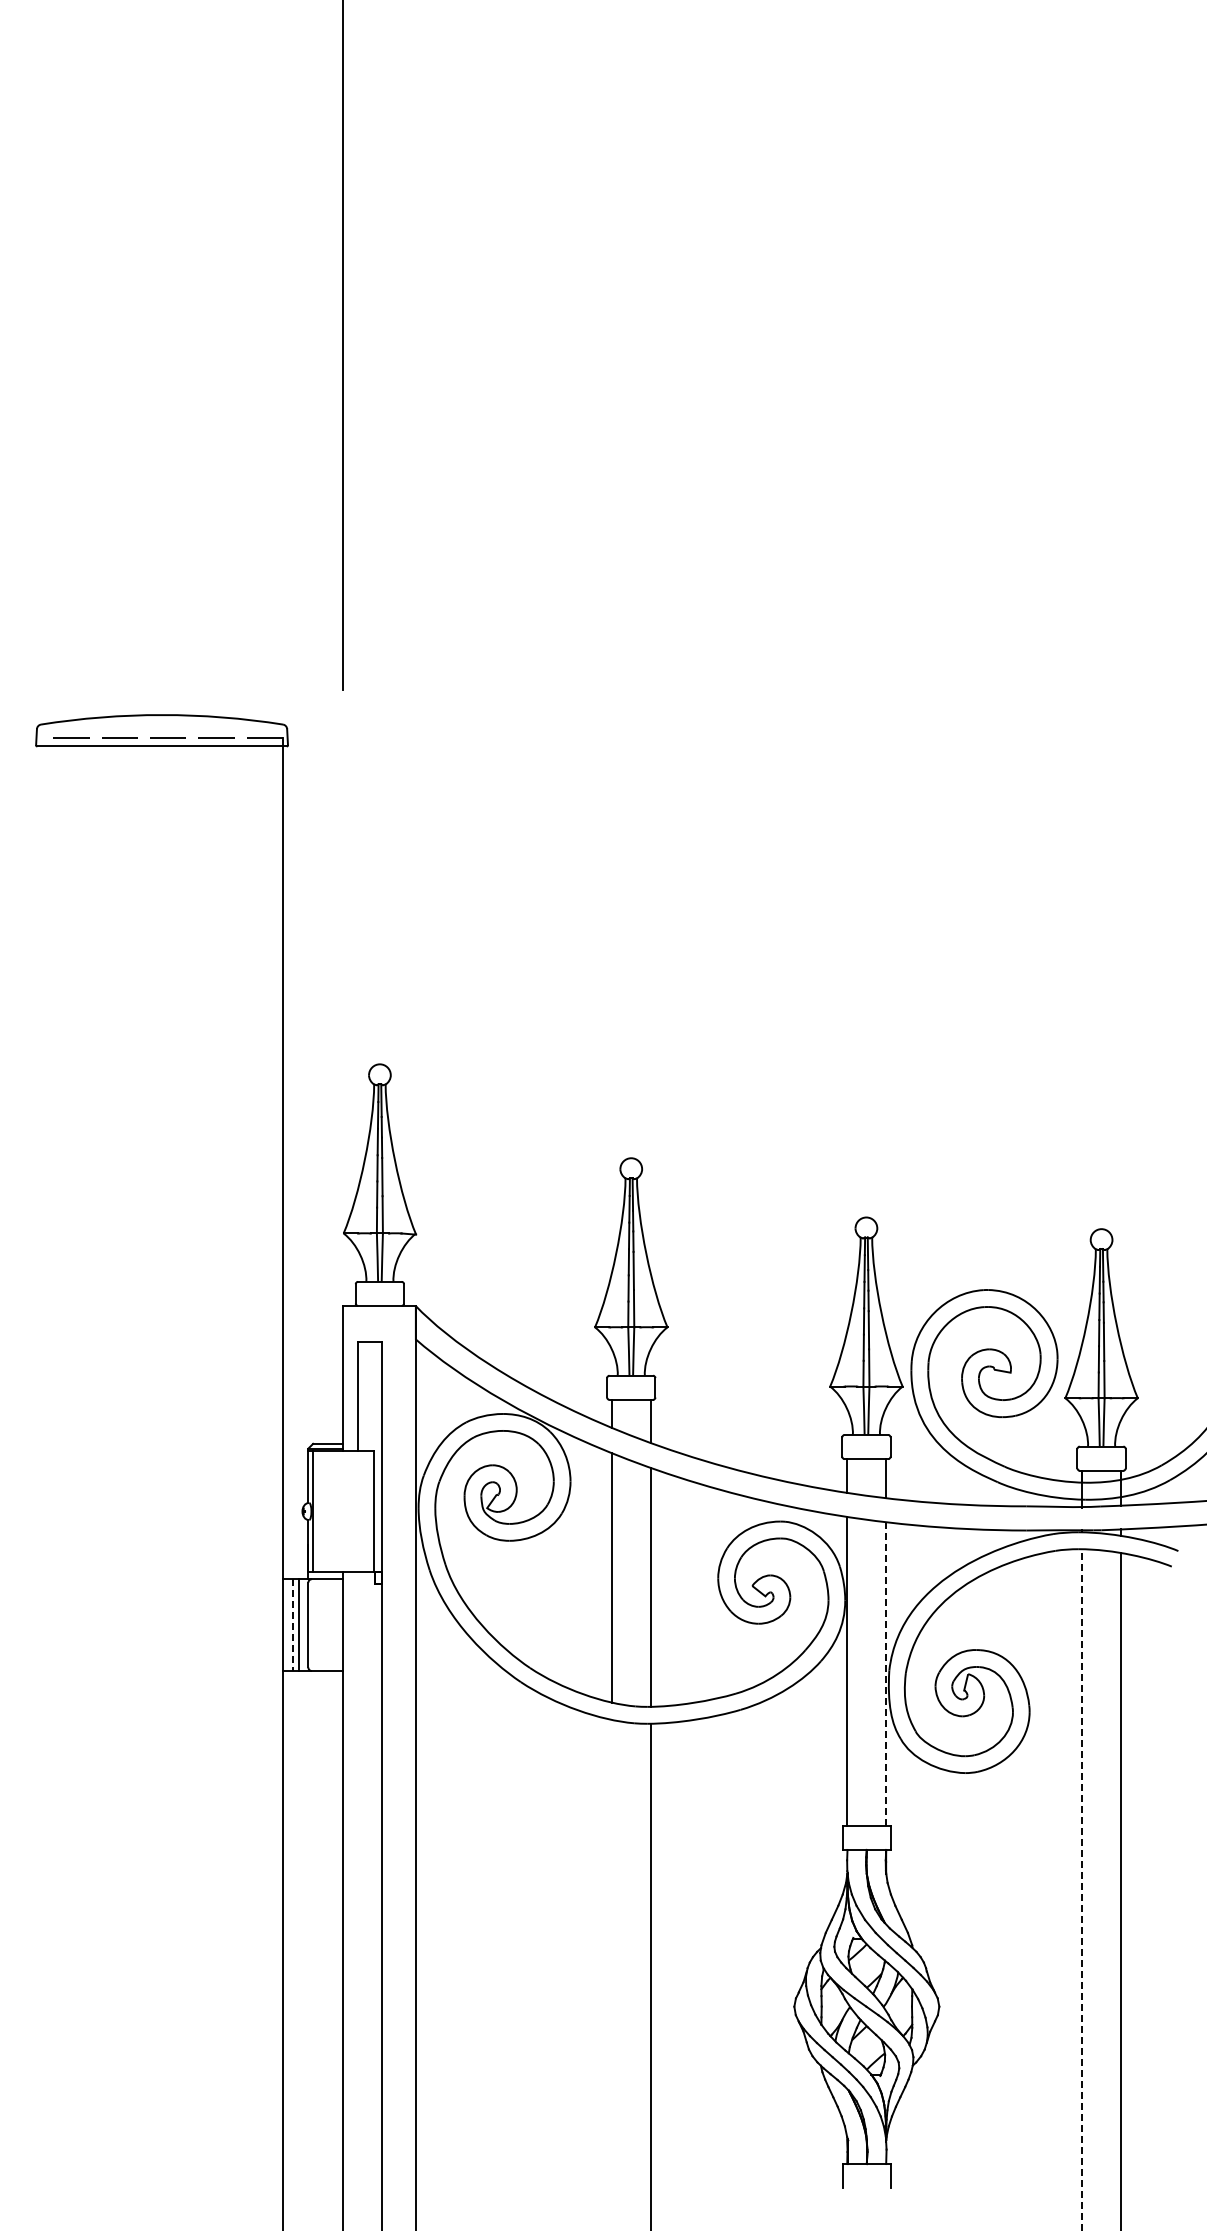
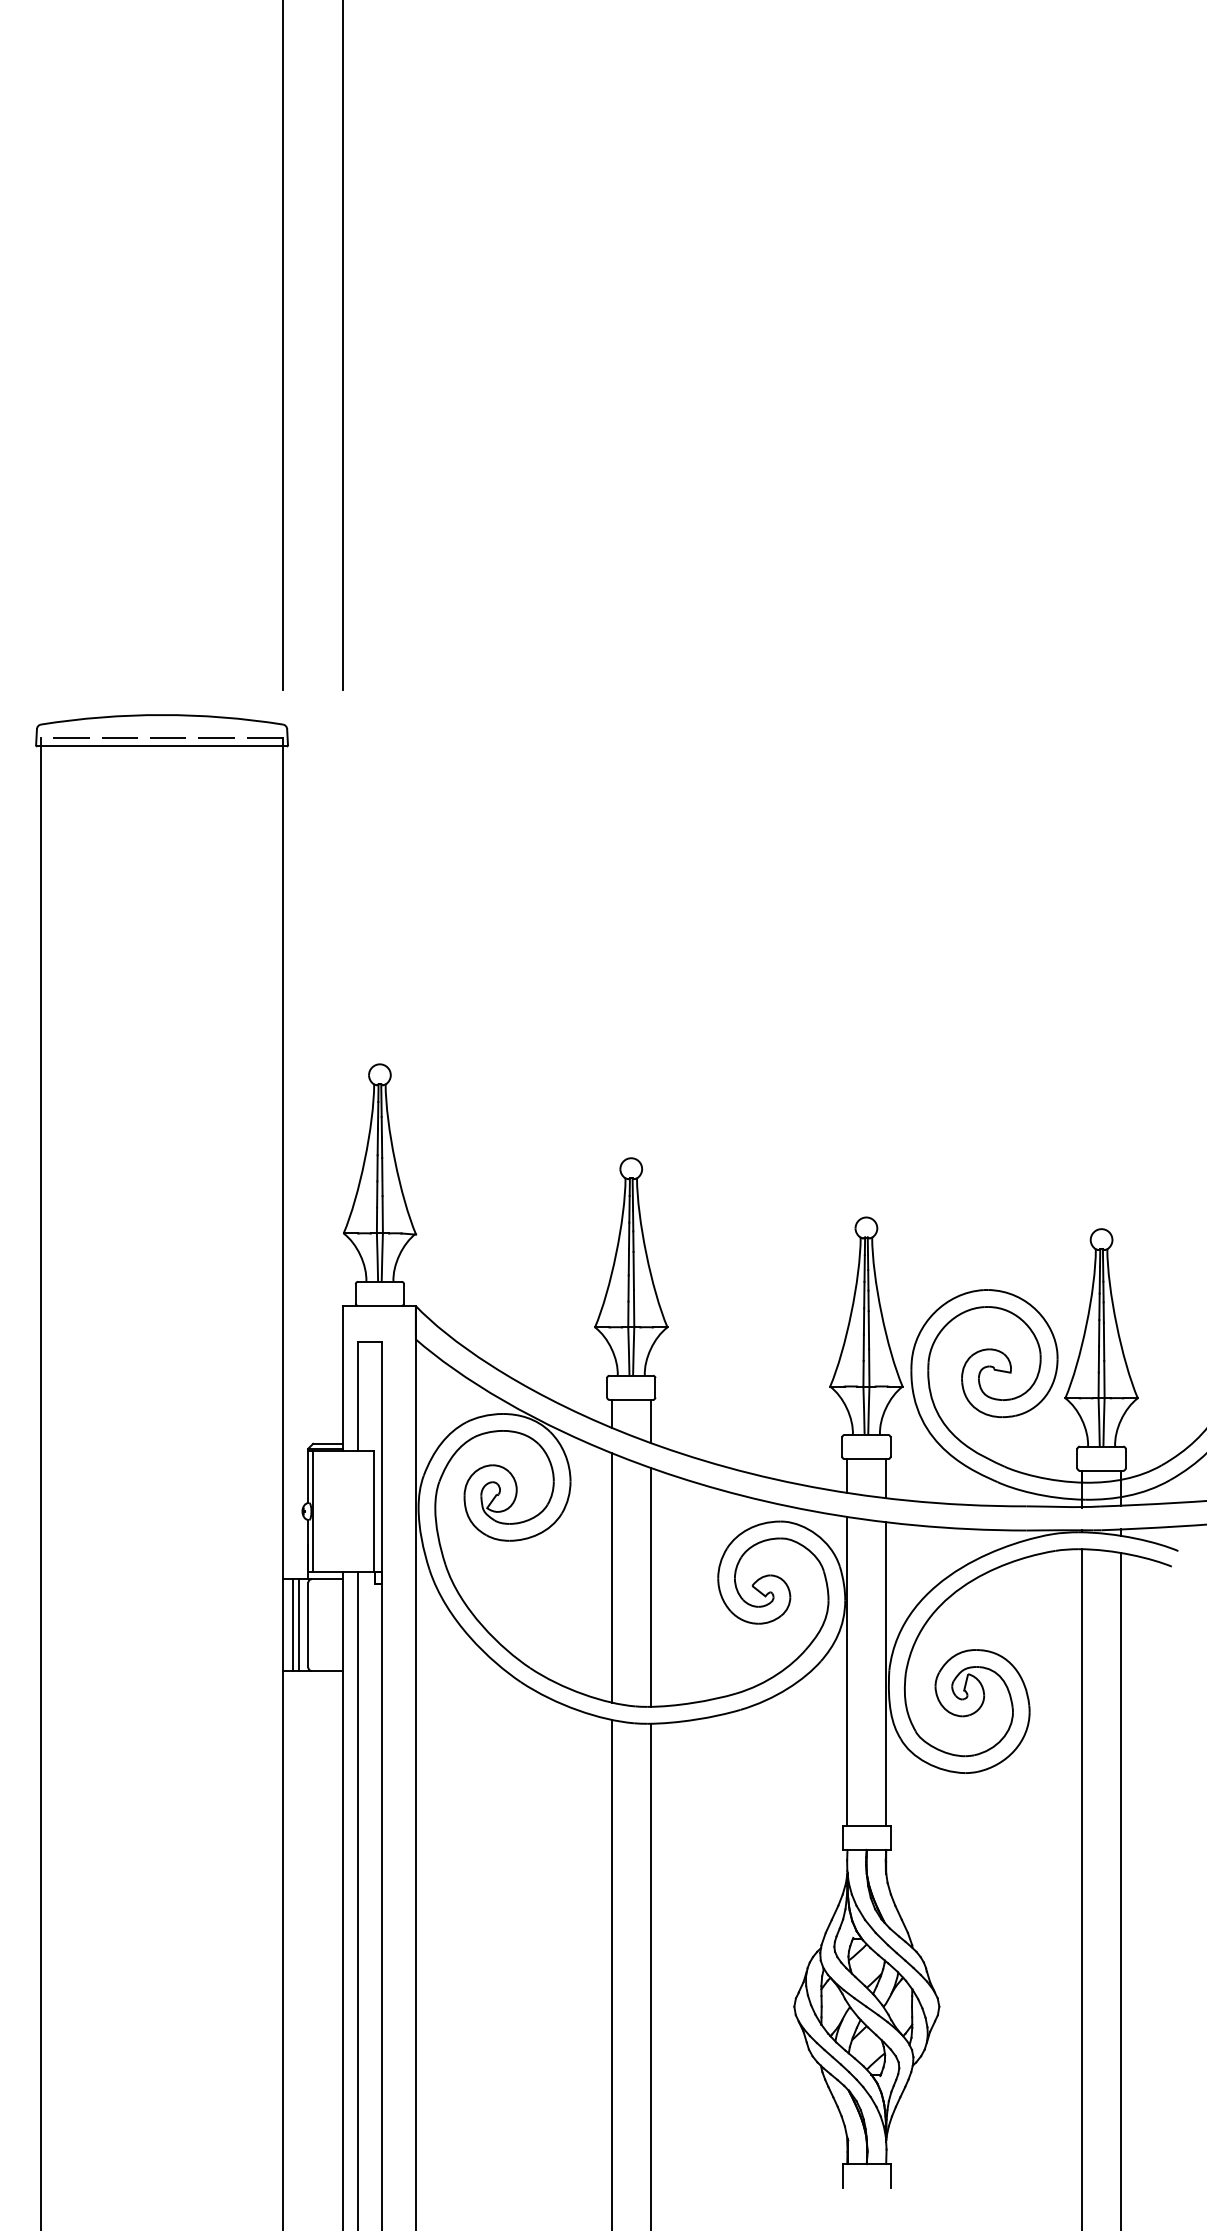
line at (282, 345): none -> present
line at (41, 1482): none -> present
line at (292, 1625): dashed -> solid
line at (885, 1673): dashed -> solid
line at (1082, 1889): dashed -> solid
line at (357, 1899): none -> present
line at (611, 1973): none -> present
